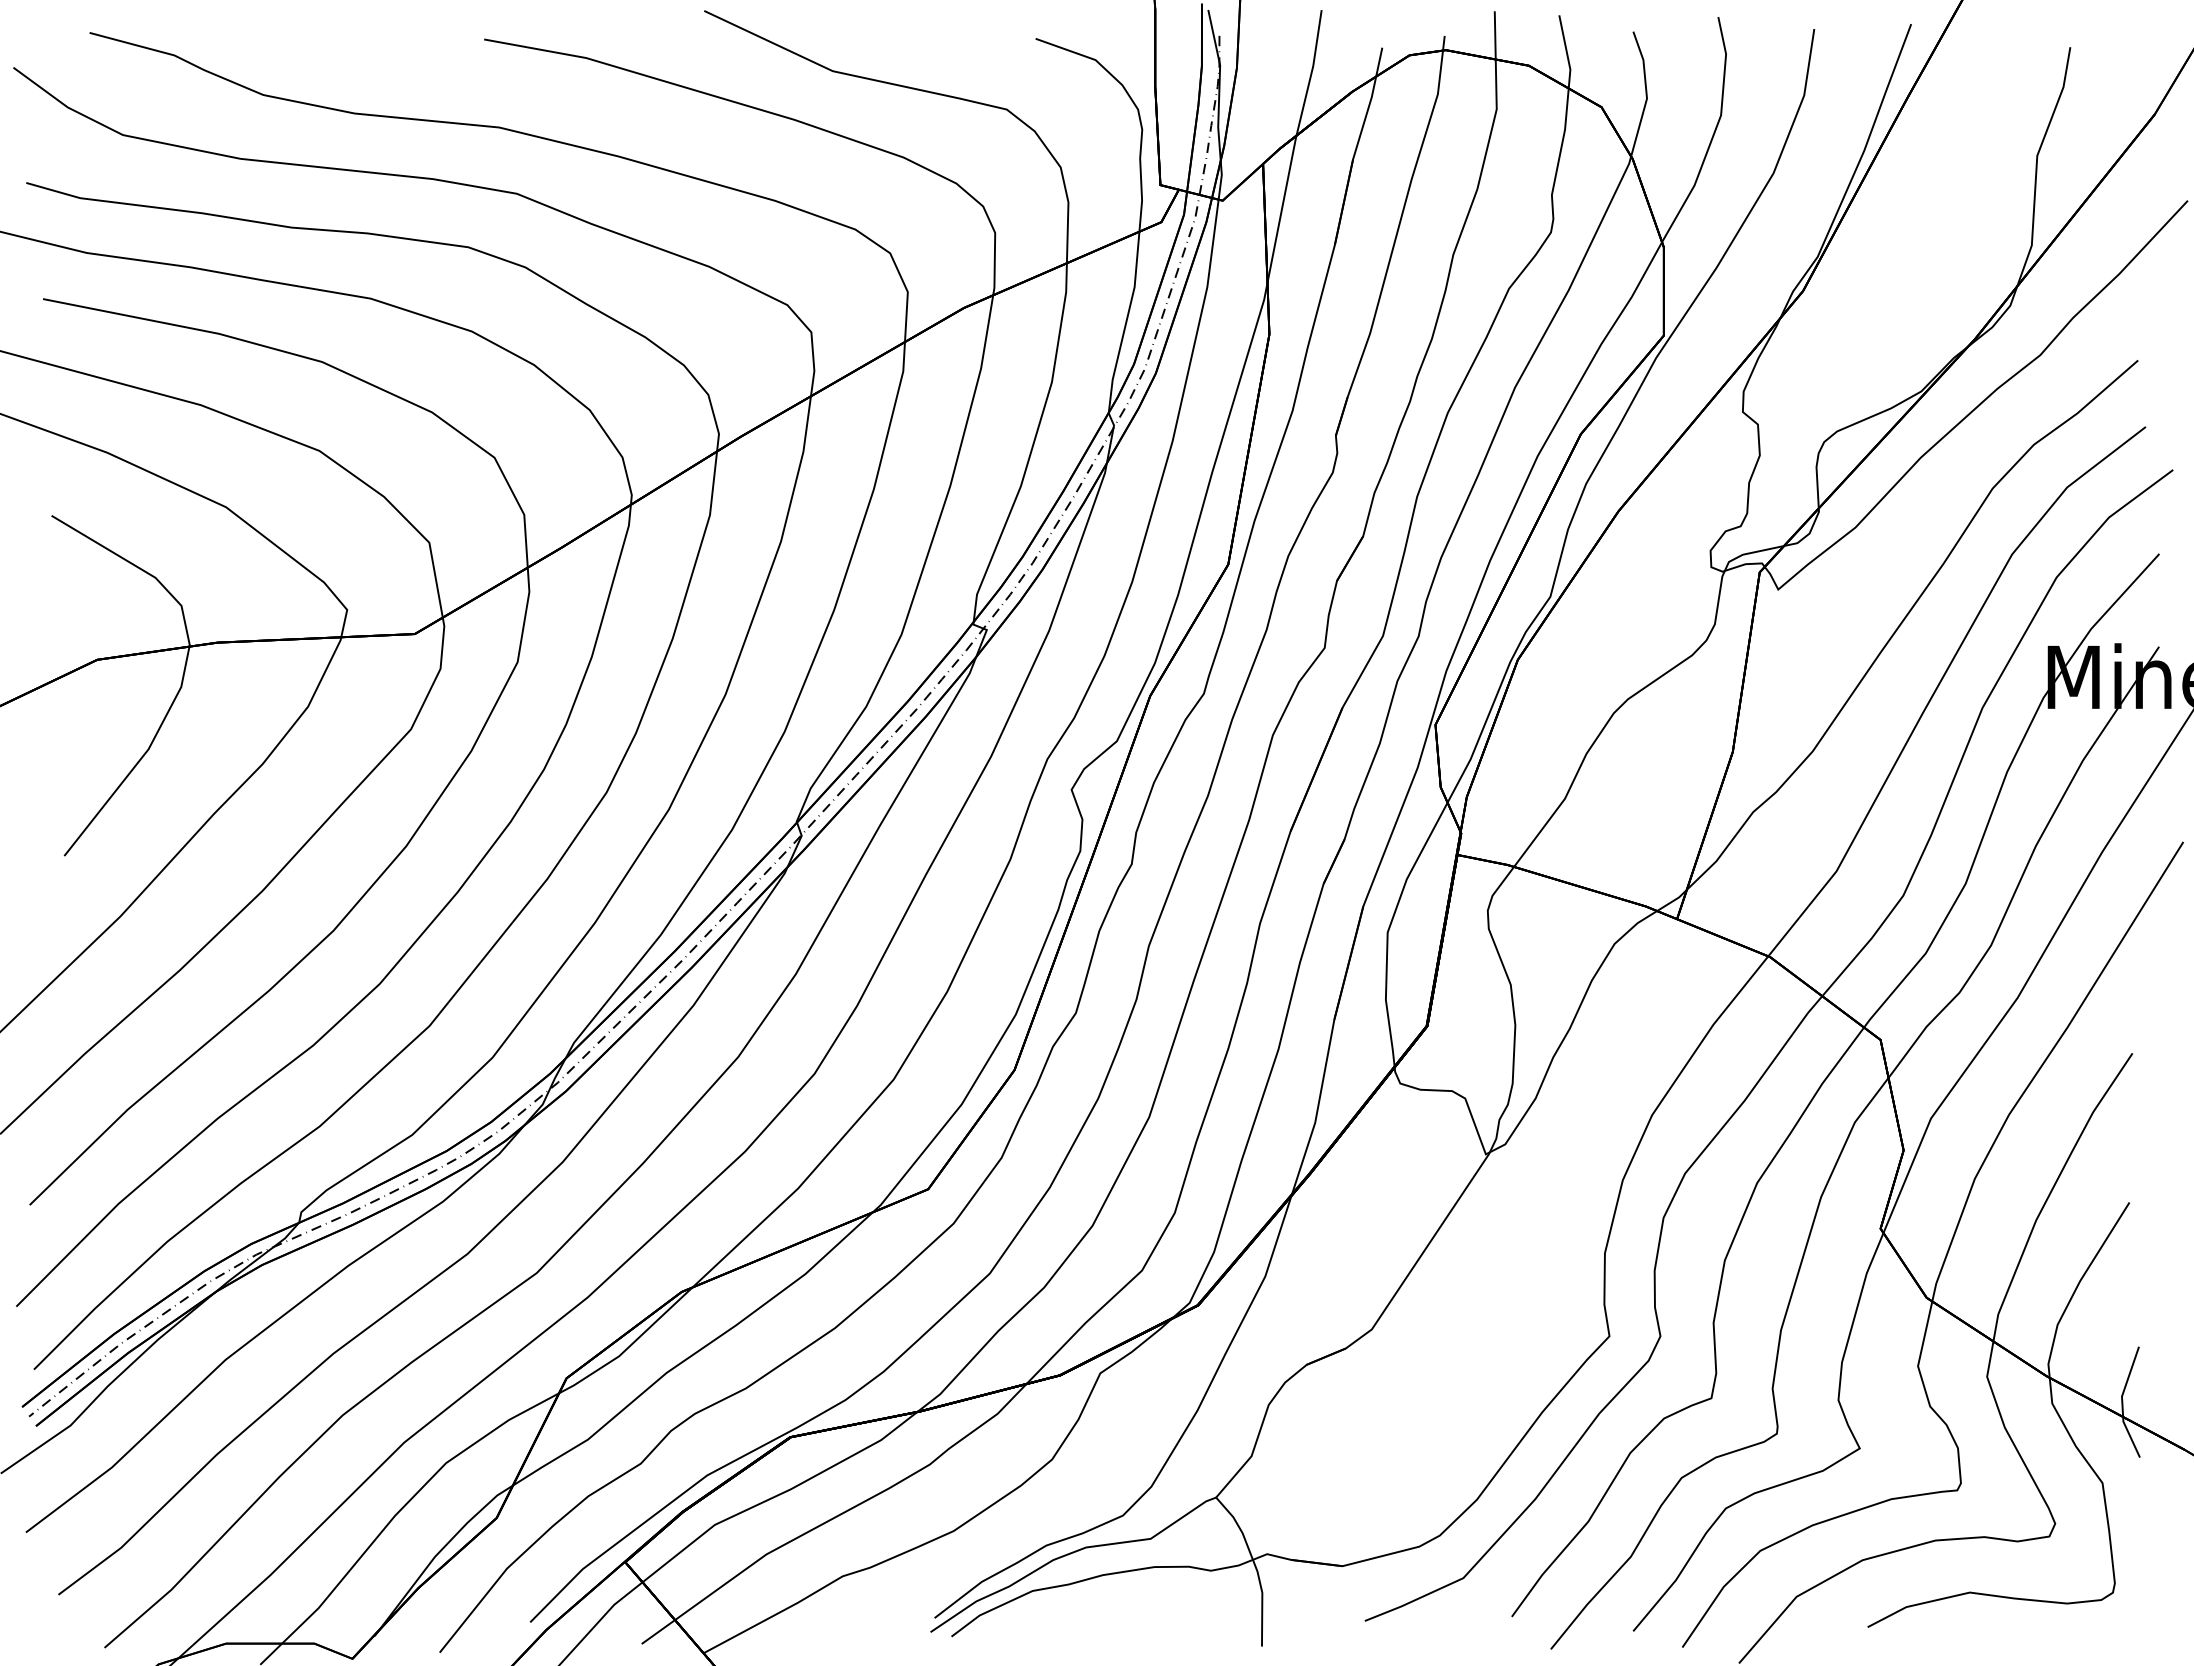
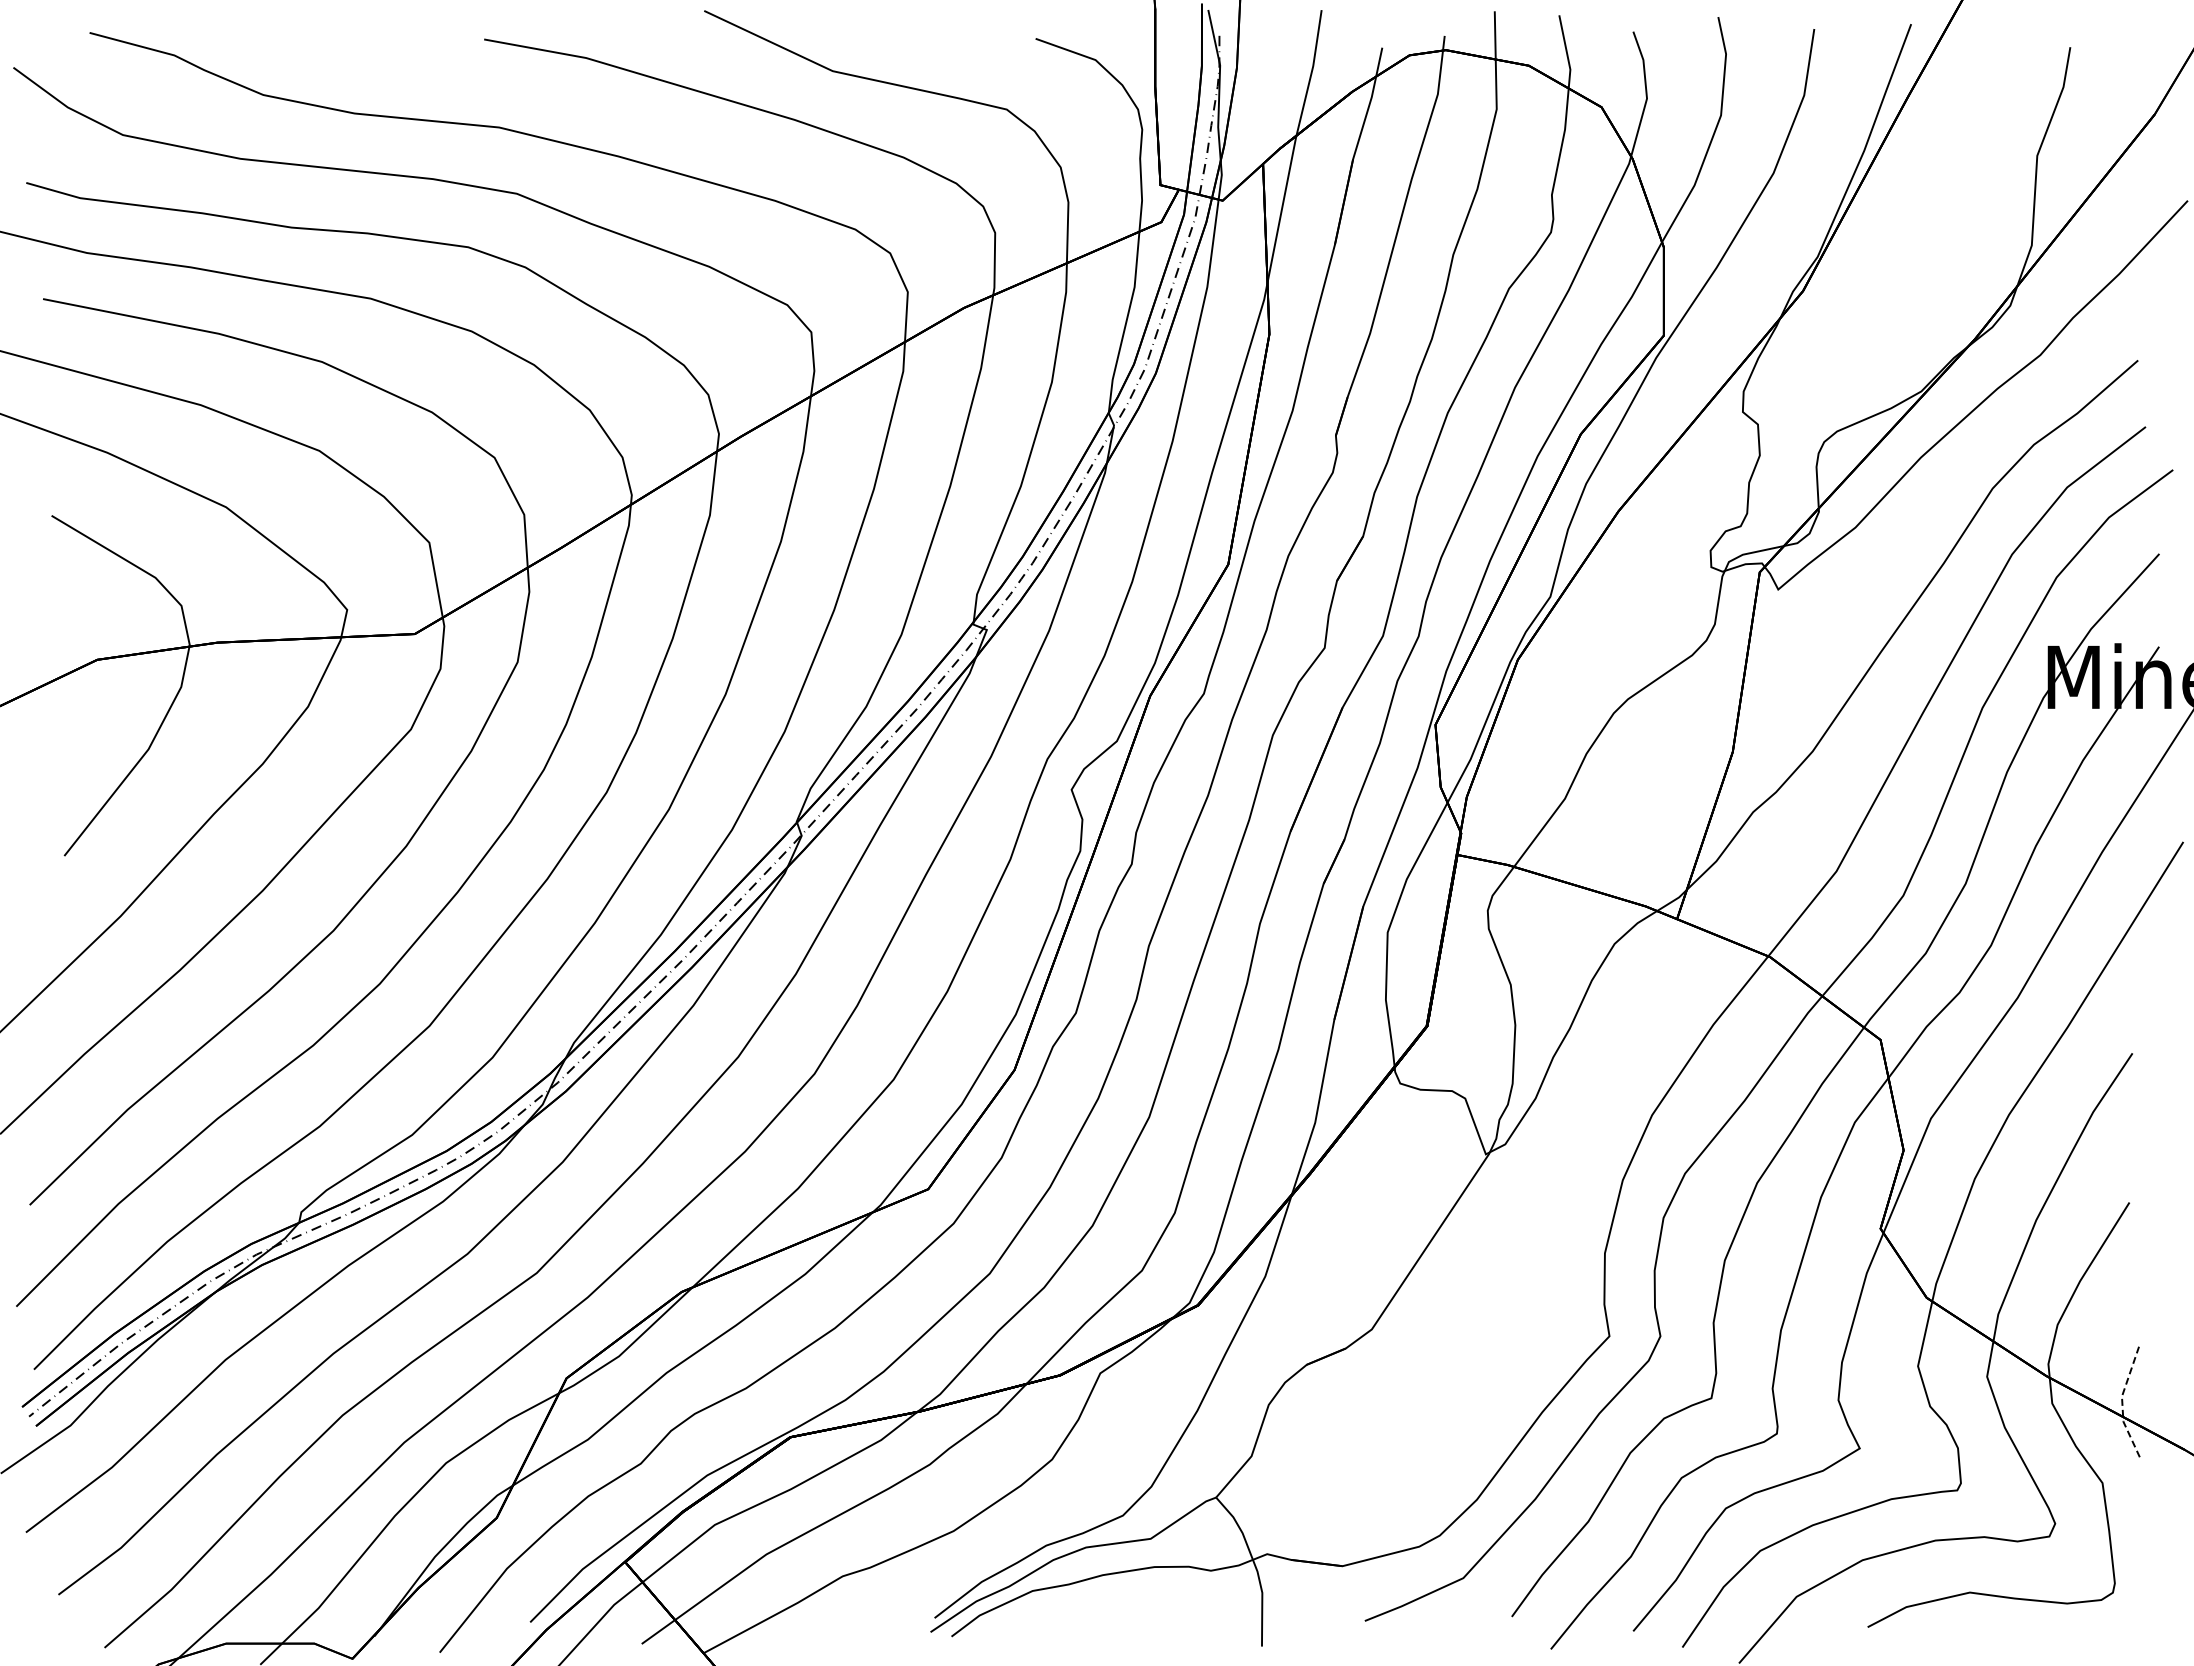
line at (2122, 1403): solid -> dashed
